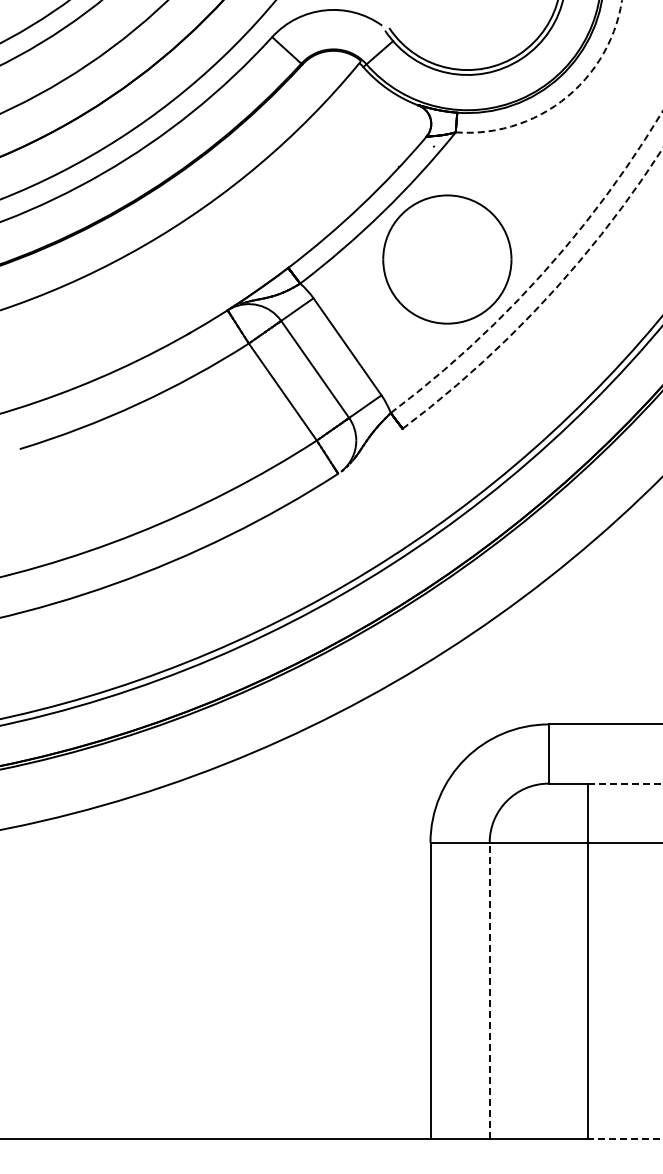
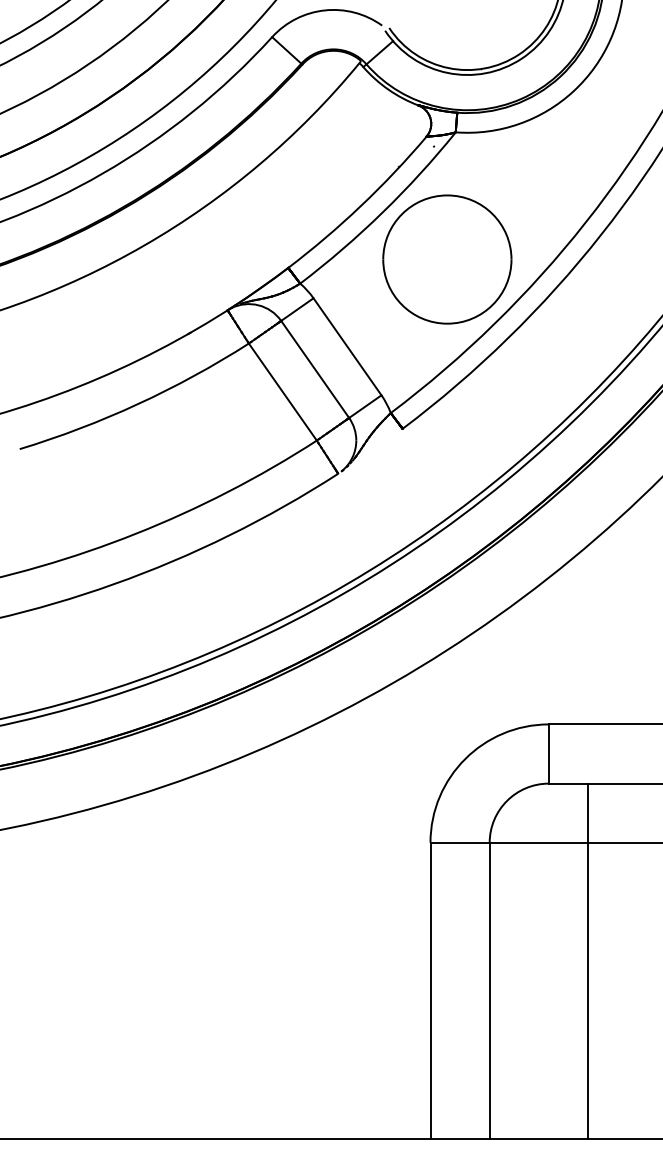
arc at (565, 98): dashed -> solid
arc at (541, 274): dashed -> solid
arc at (545, 299): dashed -> solid
line at (625, 783): dashed -> solid
line at (489, 990): dashed -> solid
line at (625, 1138): dashed -> solid
